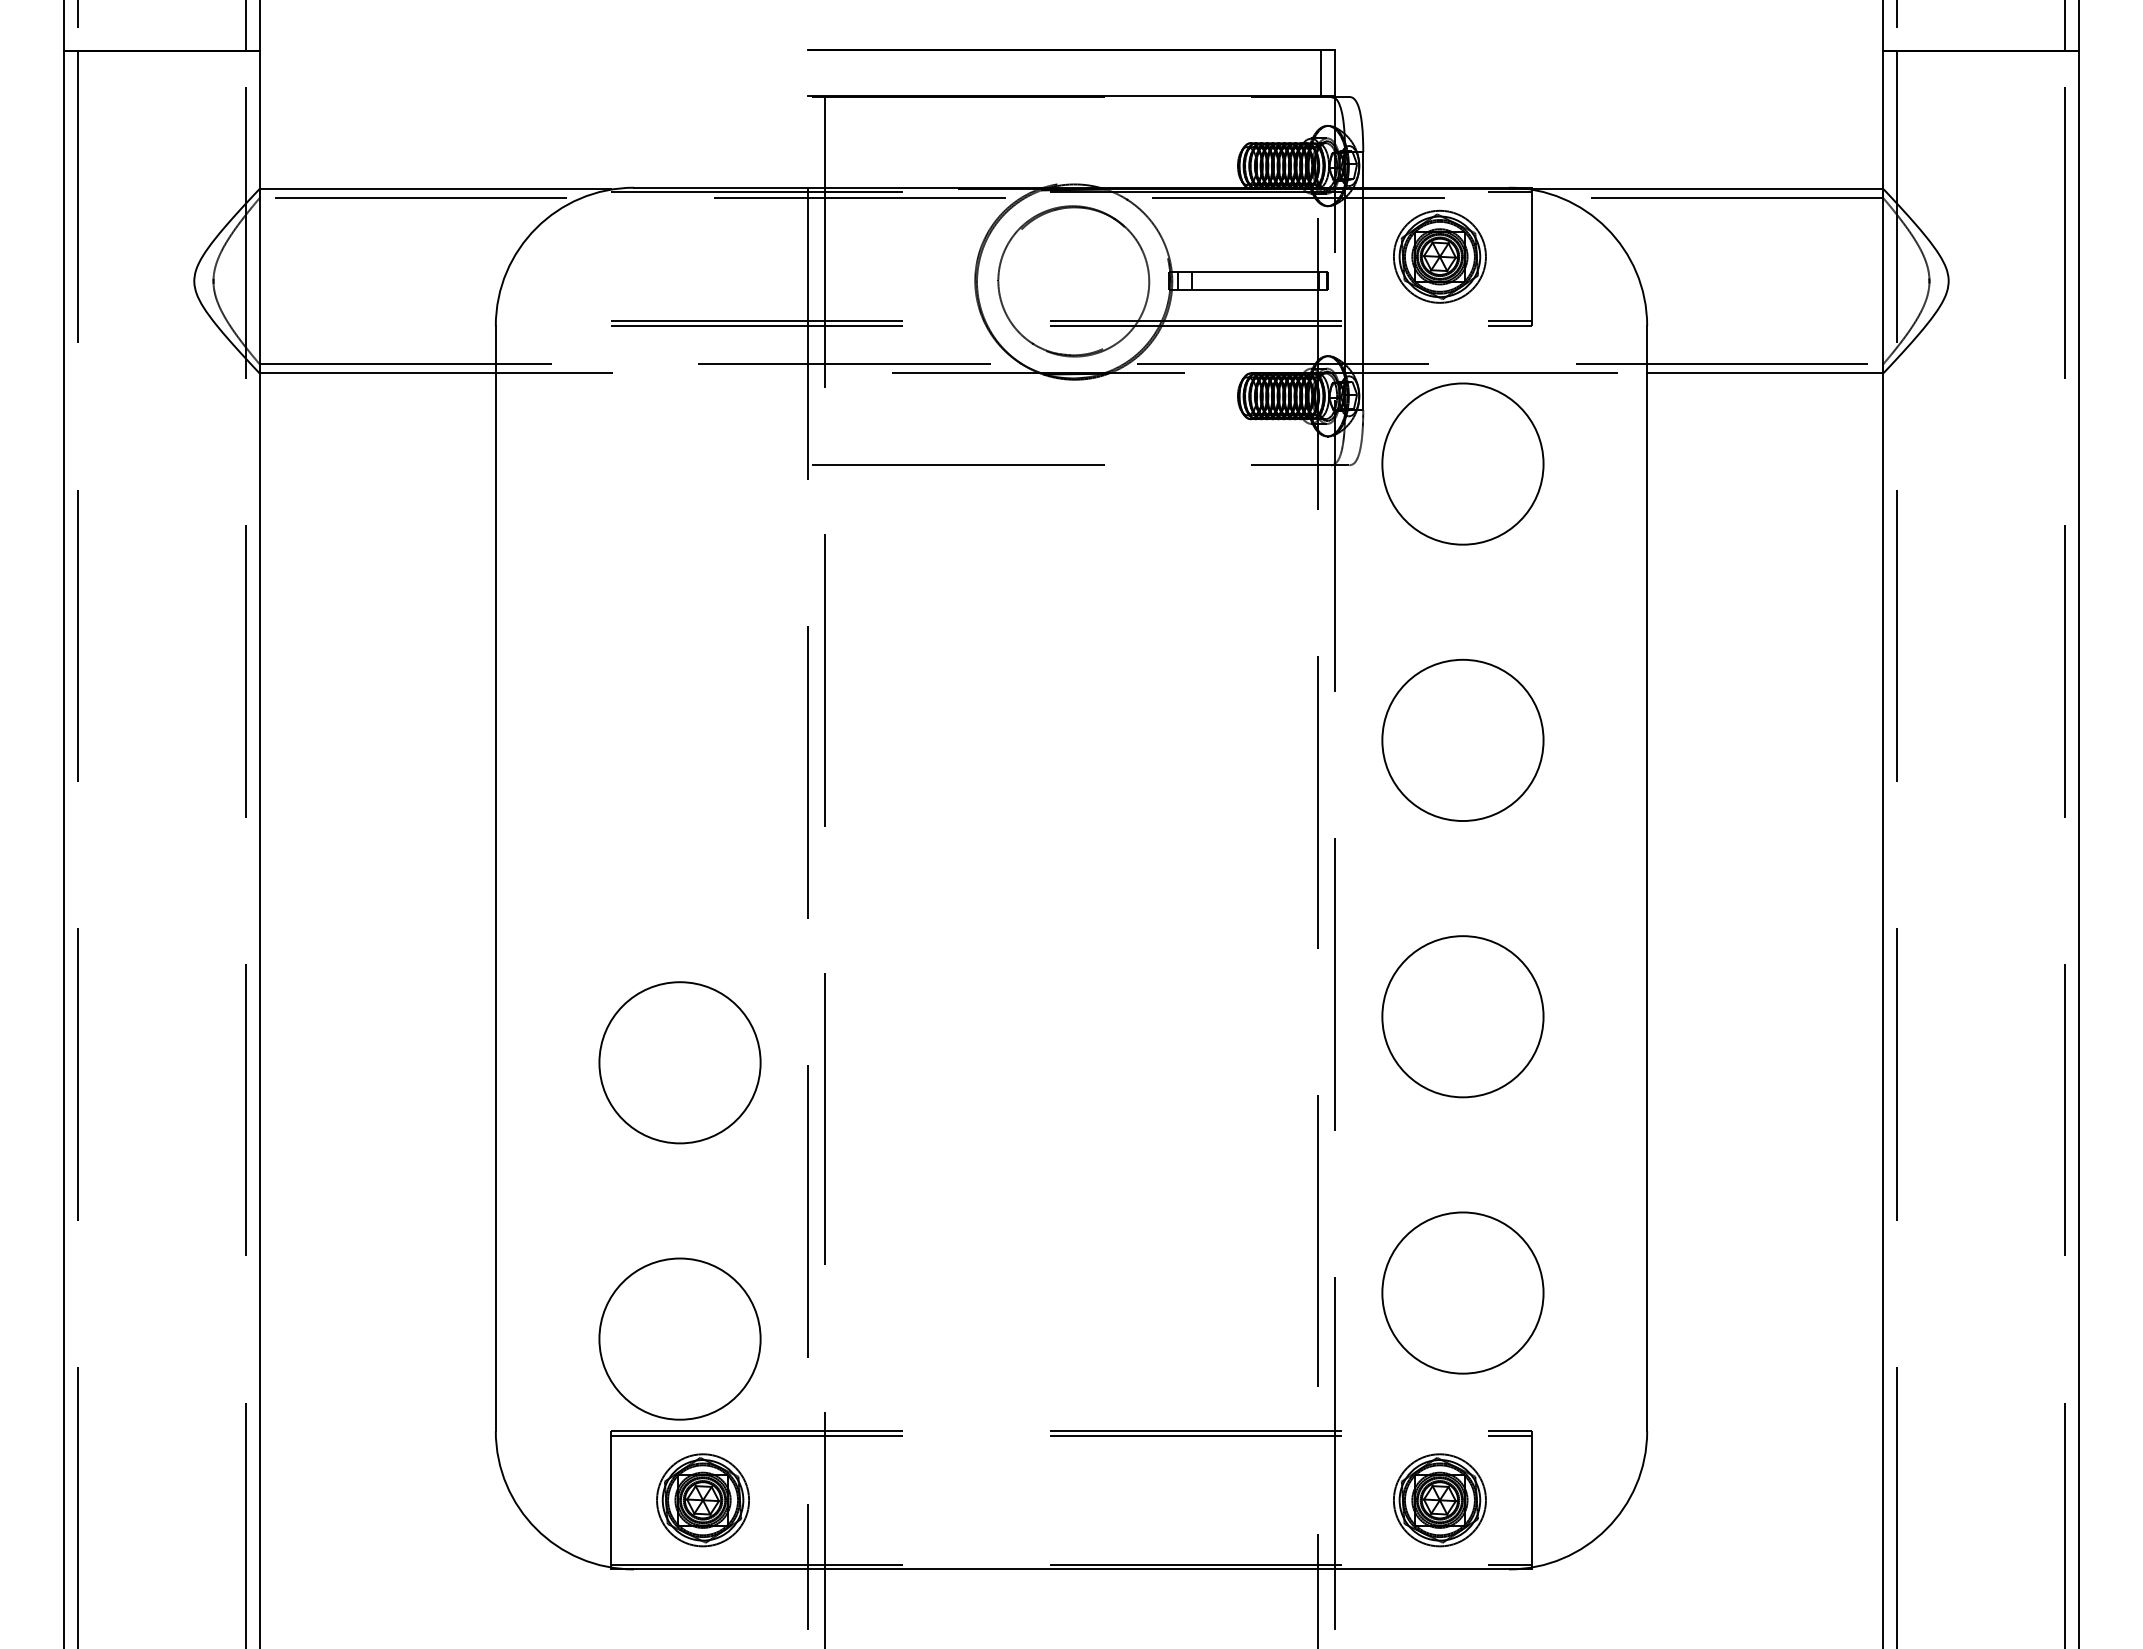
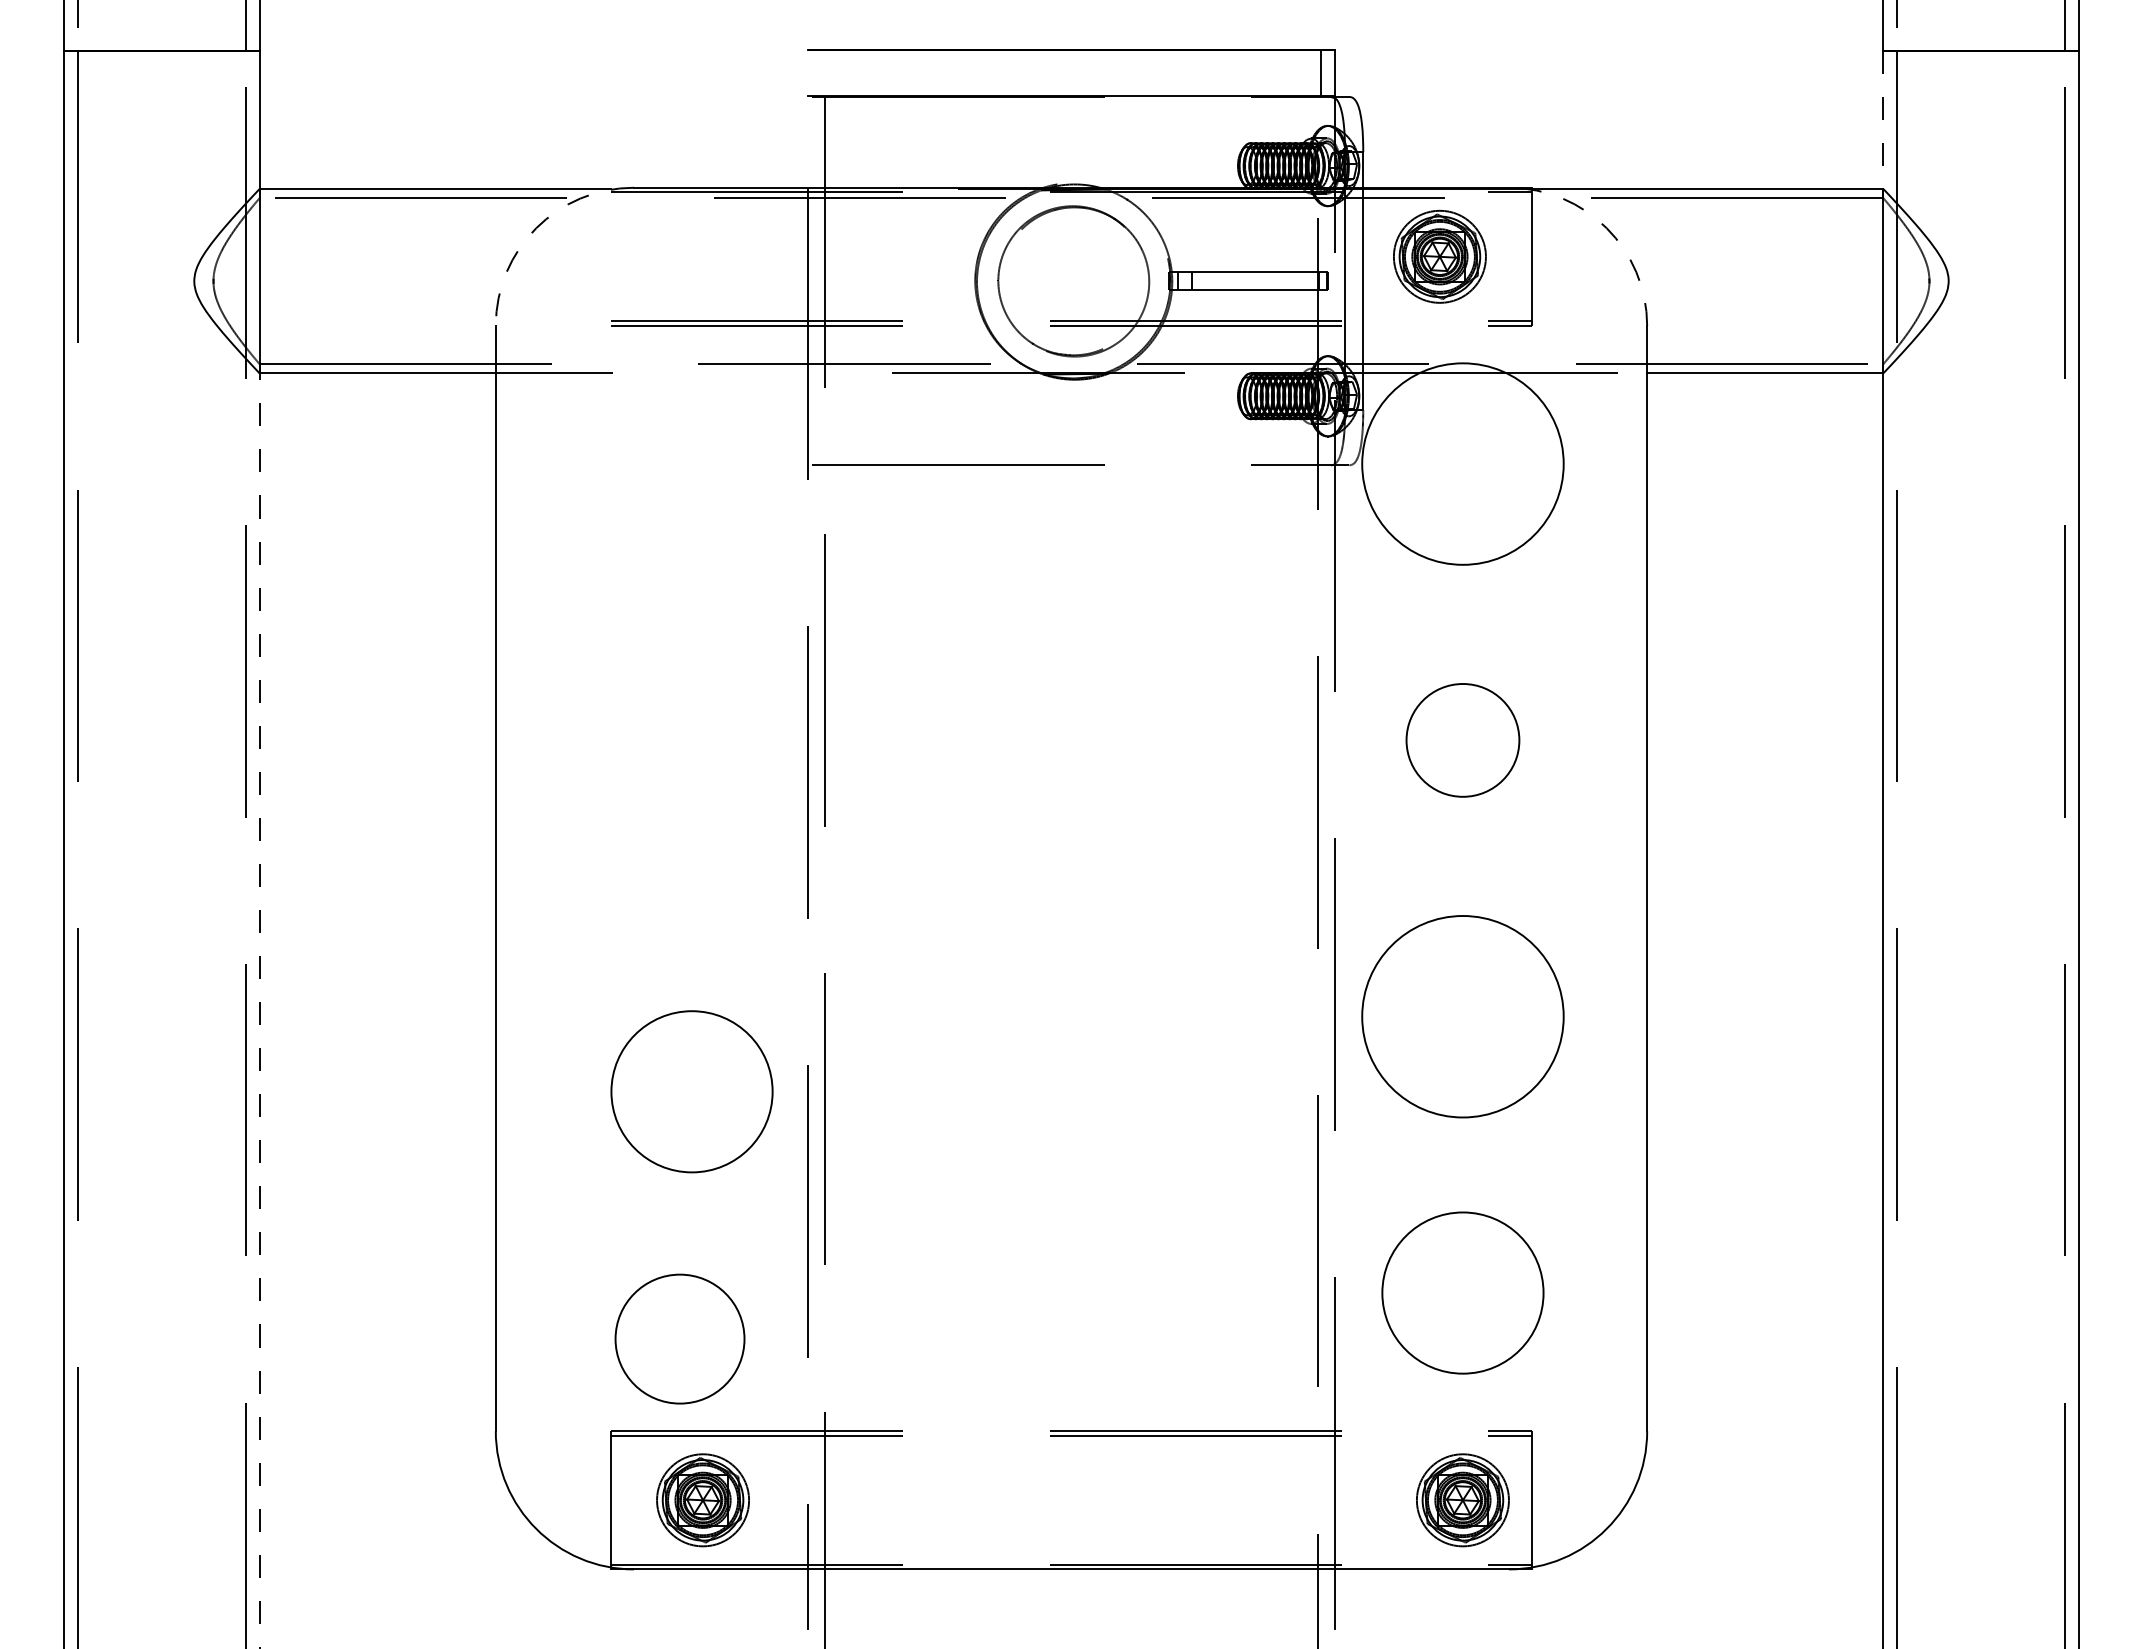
line at (1883, 120): solid -> dashed
arc at (536, 228): solid -> dashed
arc at (1606, 228): solid -> dashed
circle at (1462, 463) diameter: 161 px -> 201 px
circle at (1462, 740) diameter: 161 px -> 113 px
line at (259, 1011): solid -> dashed
circle at (1462, 1016) diameter: 161 px -> 201 px
circle at (679, 1062) position: (679, 1062) -> (691, 1091)
circle at (679, 1338) diameter: 161 px -> 129 px
part at (1439, 1500) position: (1439, 1500) -> (1462, 1500)
